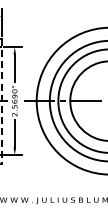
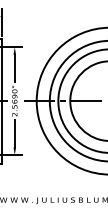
line at (1, 101): dashed -> solid
